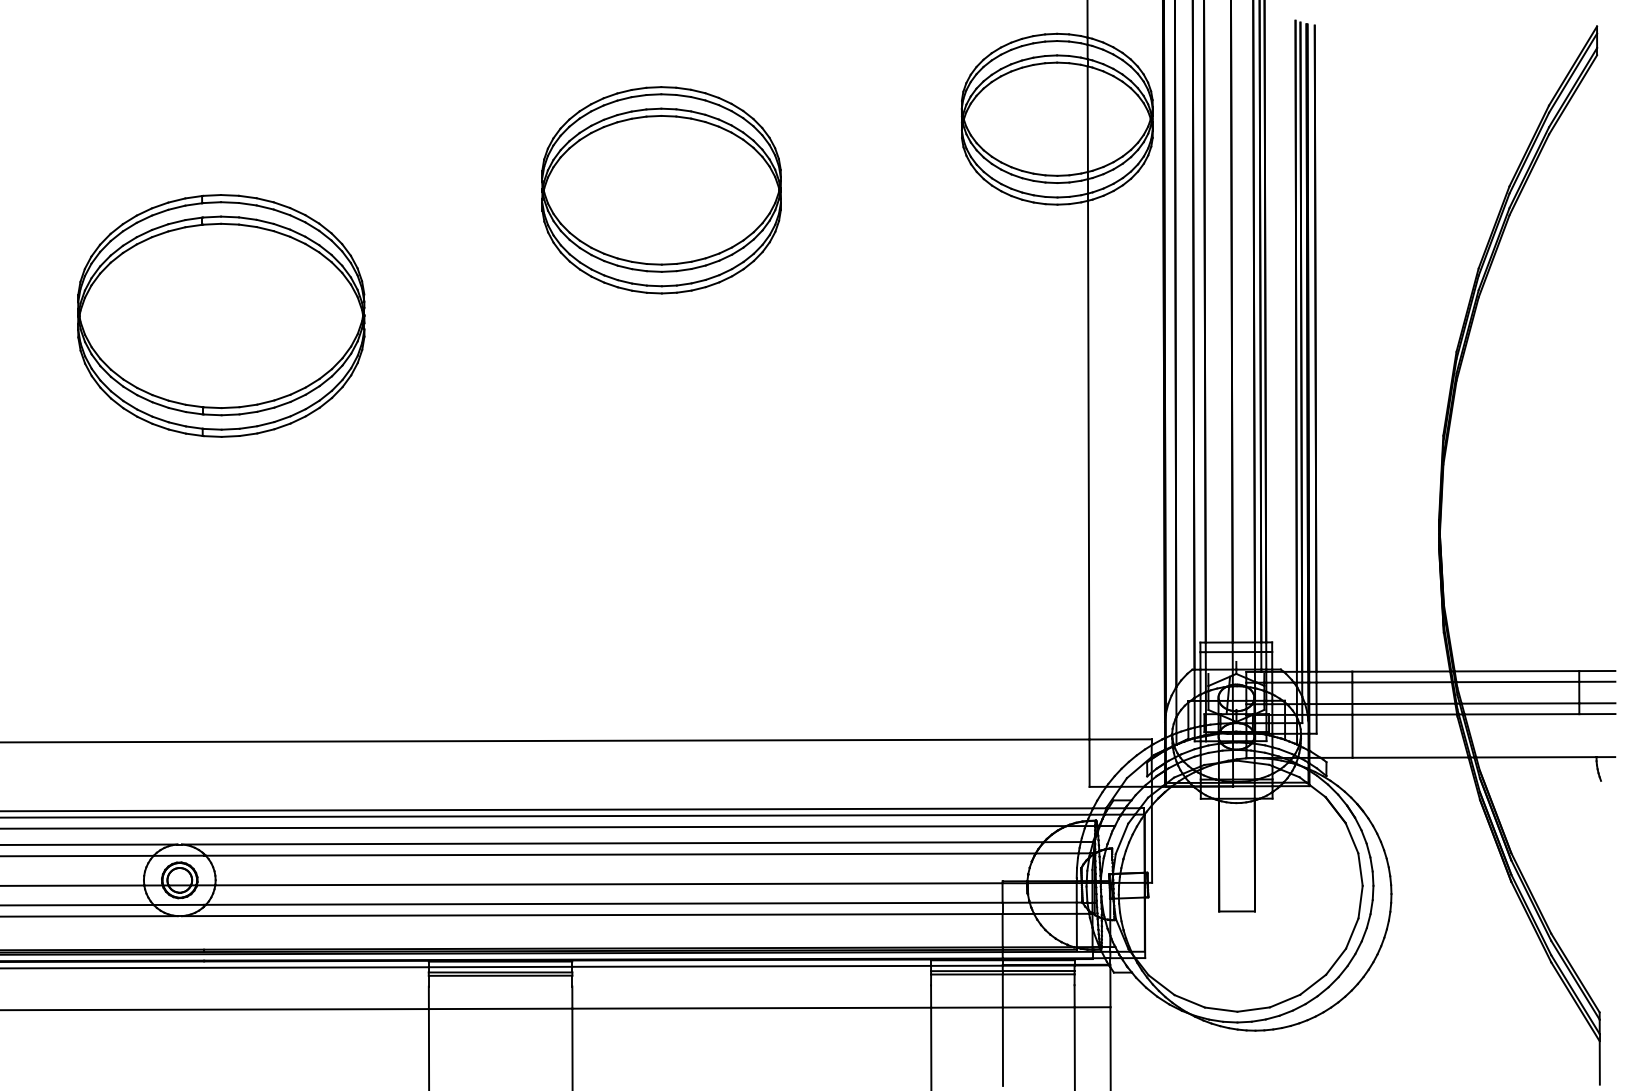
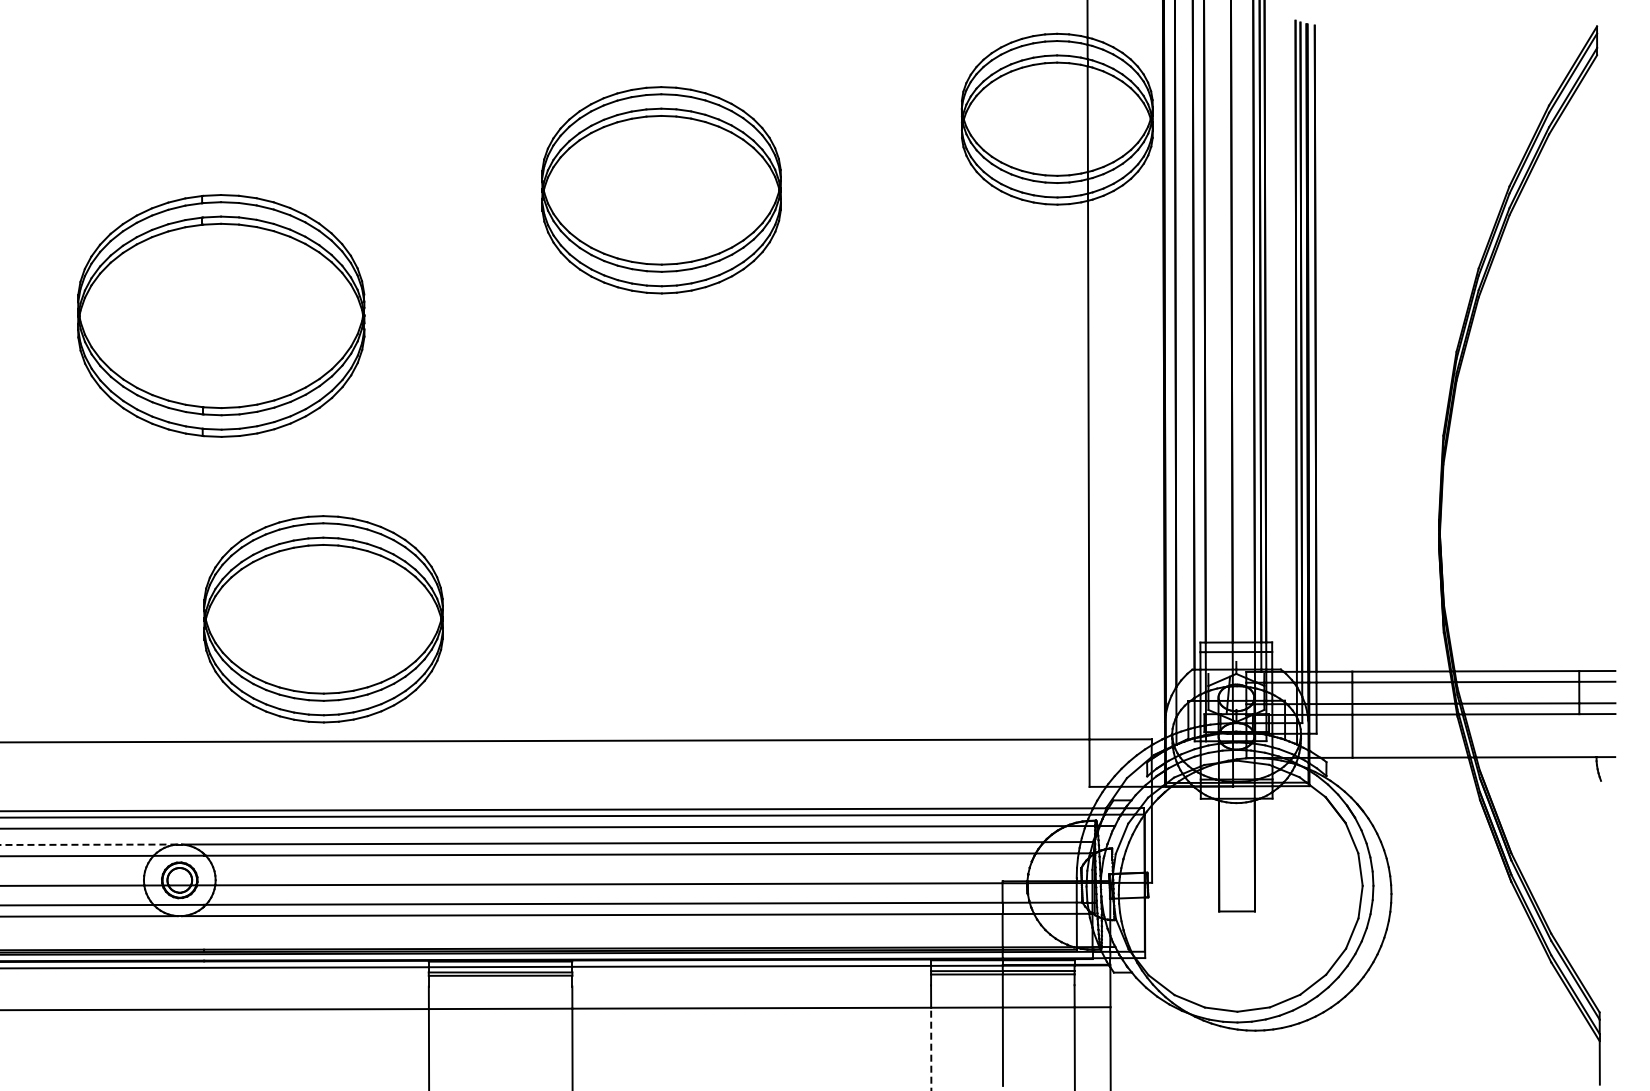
part at (323, 619): none -> present
line at (88, 844): solid -> dashed
line at (931, 1048): solid -> dashed
